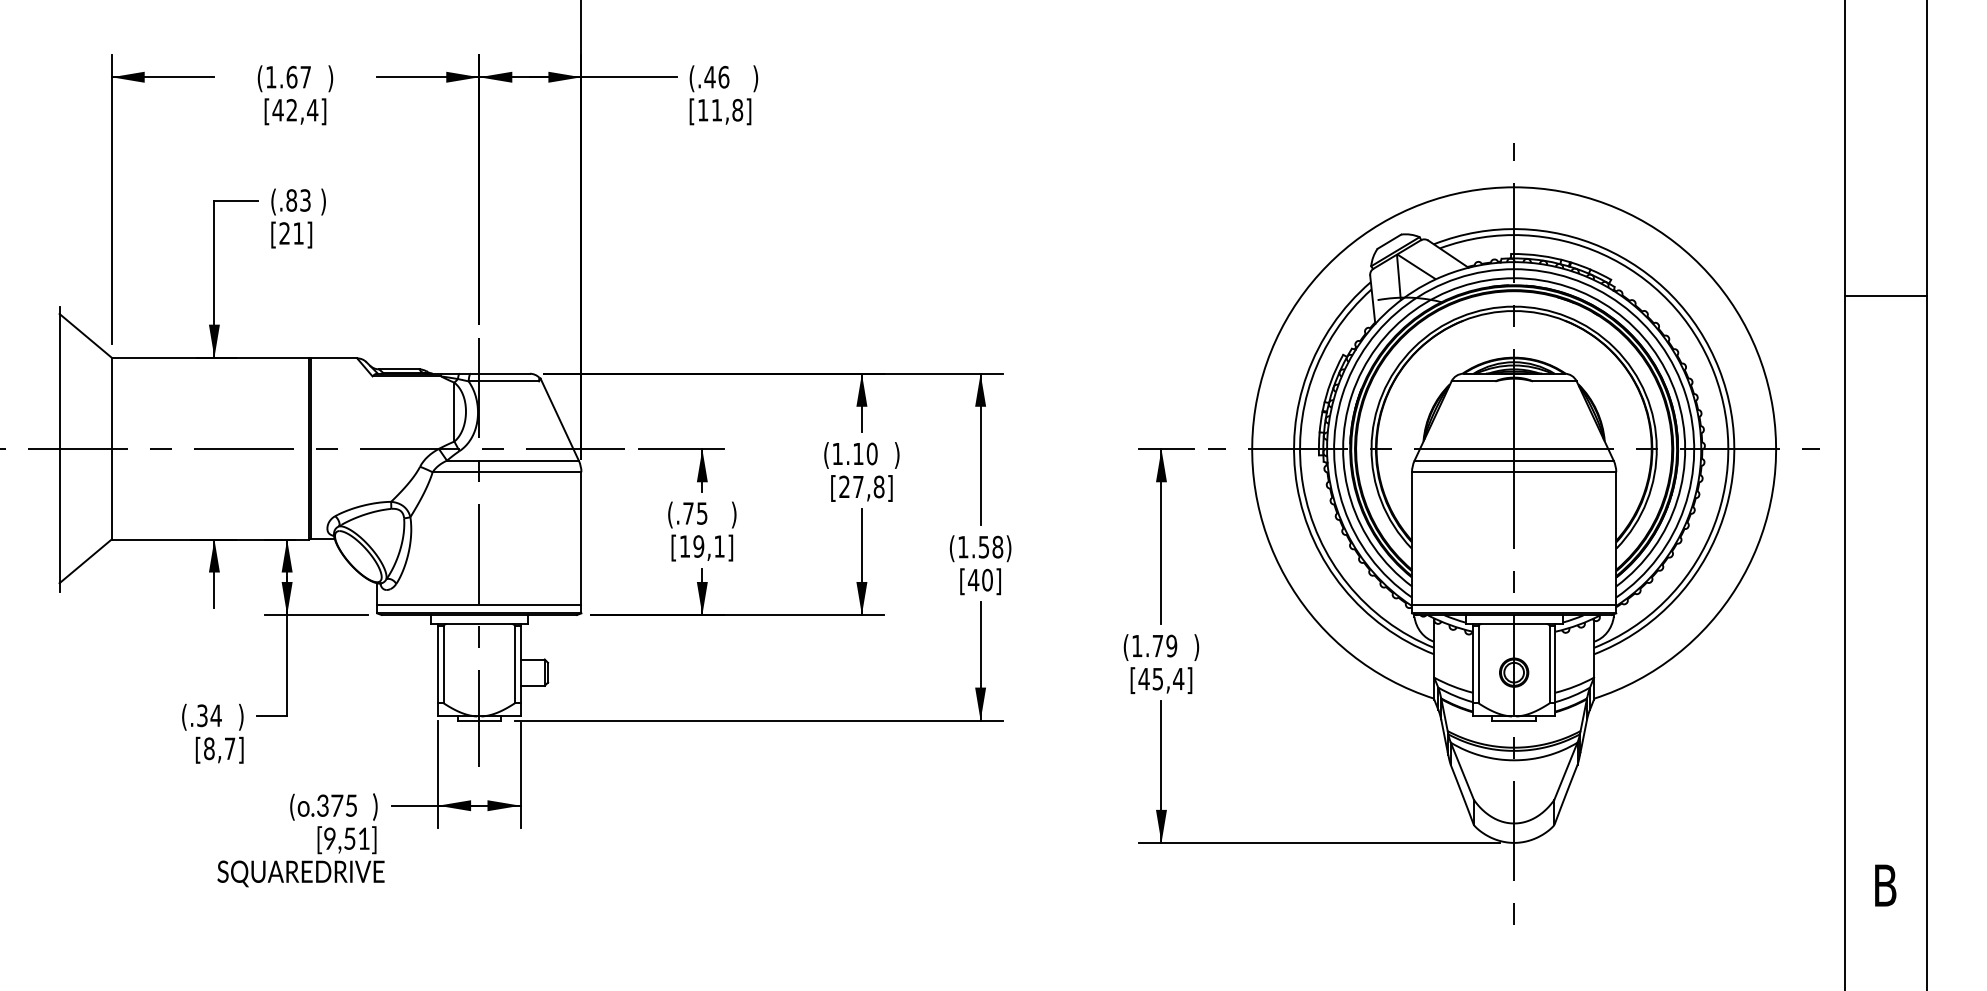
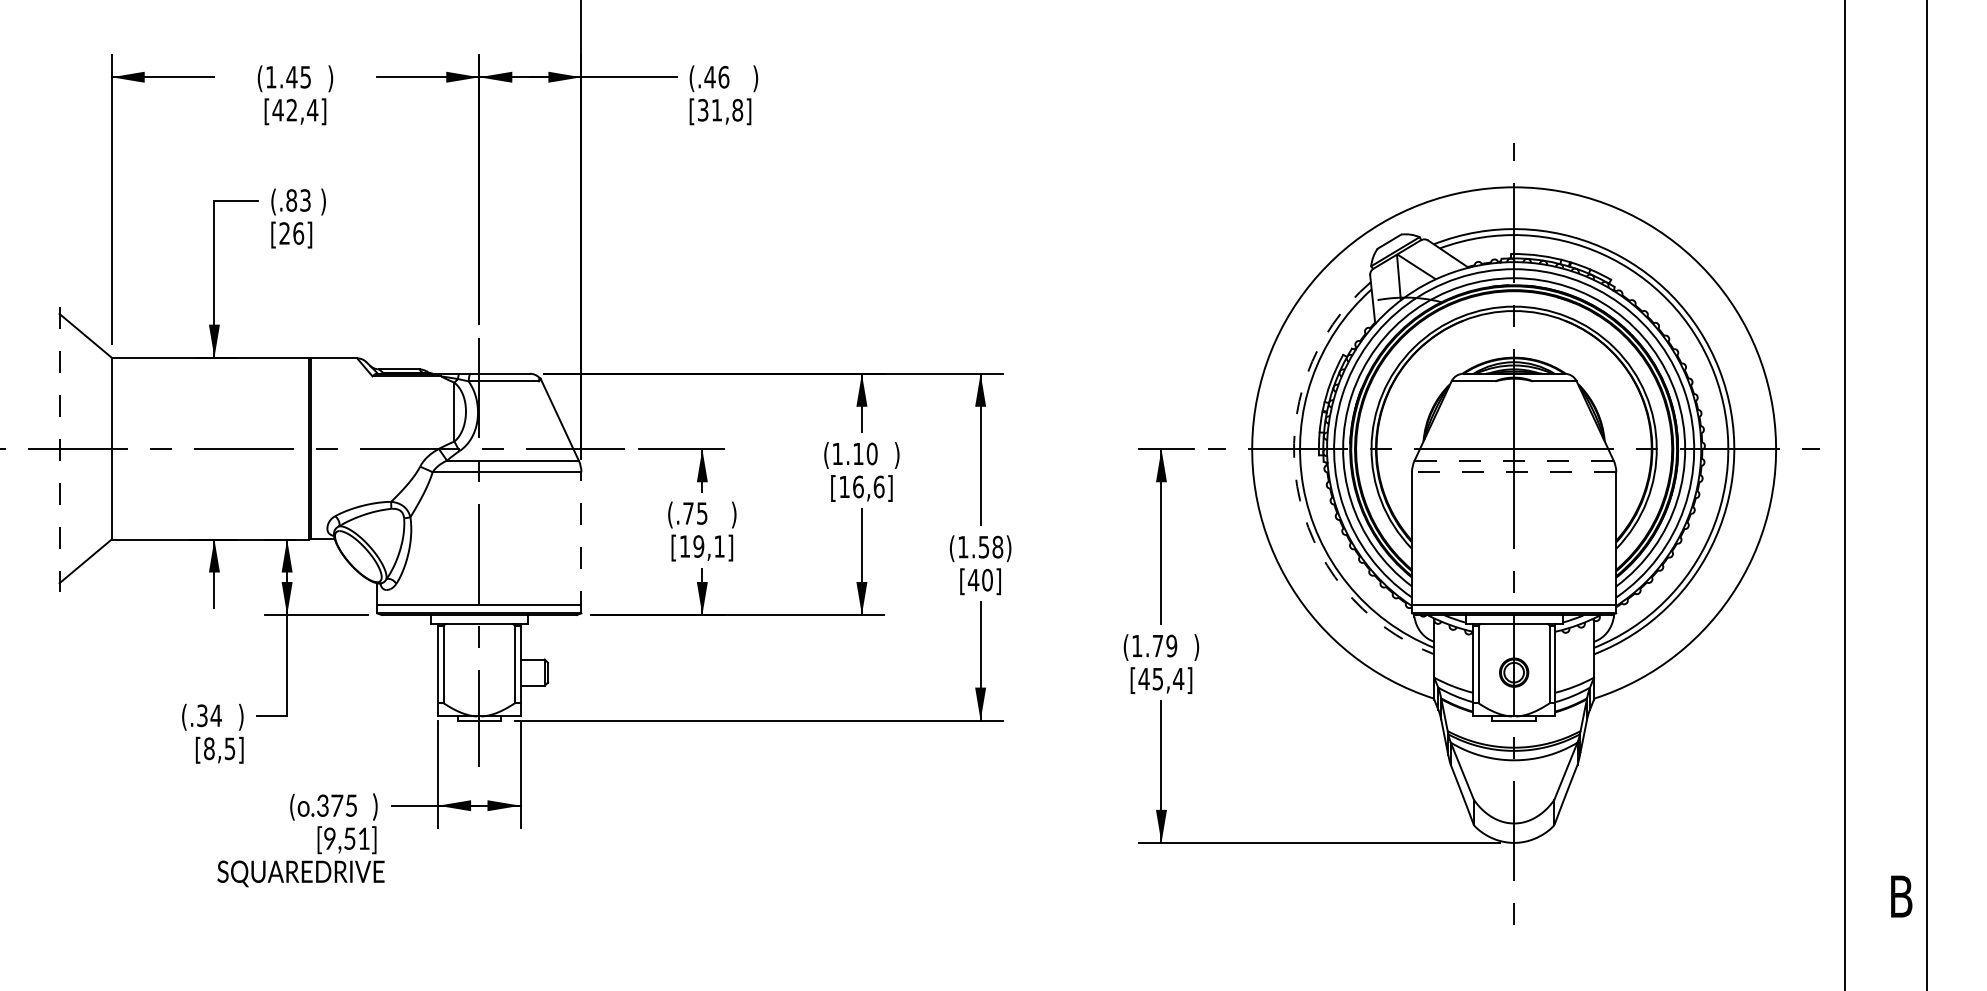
text at (298, 76): (1.67 -> (1.45
text at (703, 109): [11,8] -> [31,8]
text at (298, 233): [21] -> [26]
line at (1885, 296): present -> none
line at (59, 449): solid -> dashed
line at (1514, 460): solid -> dashed
line at (1513, 472): solid -> dashed
text at (861, 486): [27,8] -> [16,6]
arc at (1297, 486): solid -> dashed
line at (581, 542): solid -> dashed
text at (229, 748): [8,7] -> [8,5]
text at (1885, 885) position: (1885, 885) -> (1901, 896)
